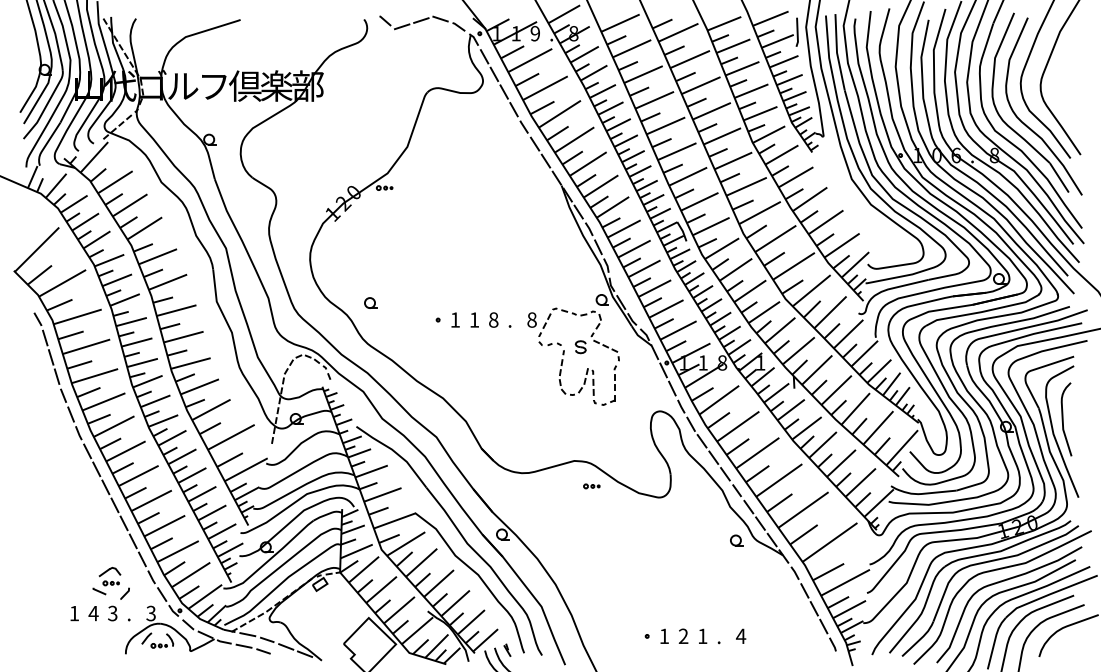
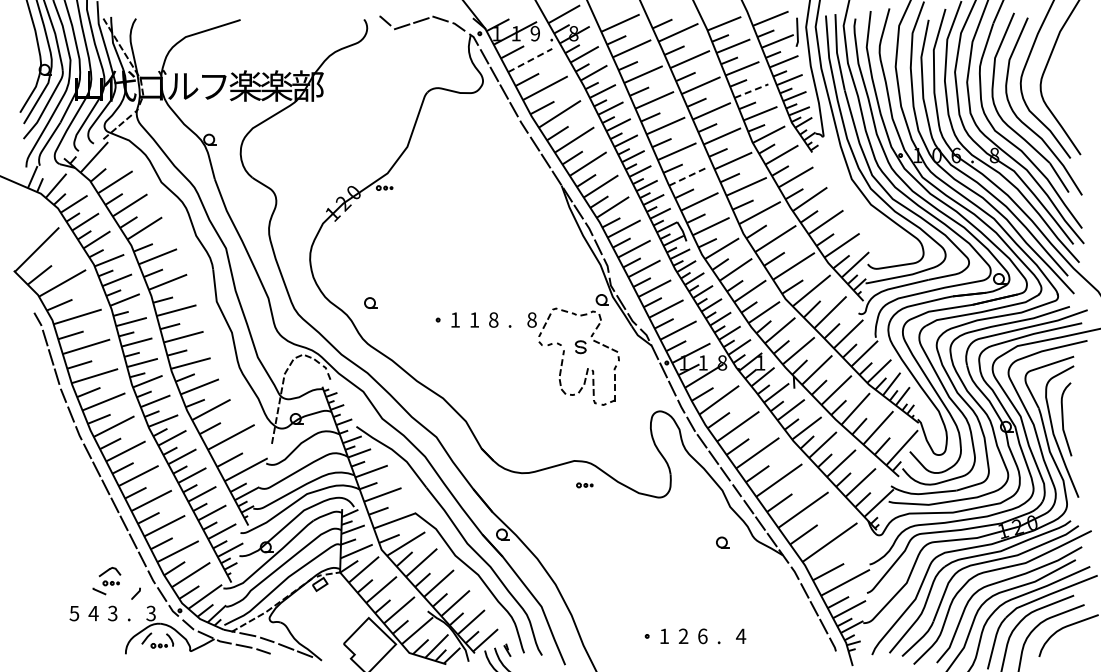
line at (530, 60): solid -> dashed
text at (245, 85): 倶 -> 楽
line at (751, 90): solid -> dashed
line at (688, 176): solid -> dashed
part at (591, 486) position: (591, 486) -> (584, 485)
part at (736, 540) position: (736, 540) -> (722, 542)
line at (124, 593) position: (124, 593) -> (135, 593)
text at (74, 613): 1 -> 5
text at (702, 636): 1 -> 6
